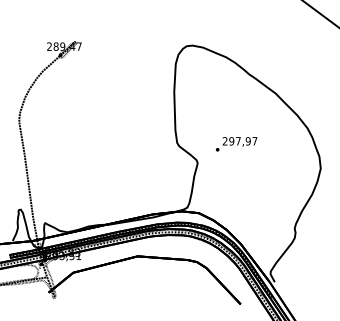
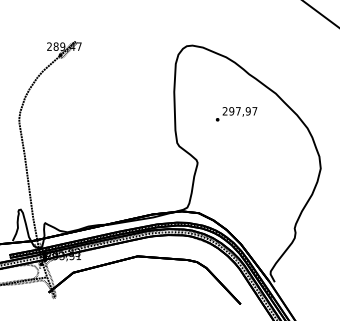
text at (236, 144) position: (236, 144) -> (236, 114)
